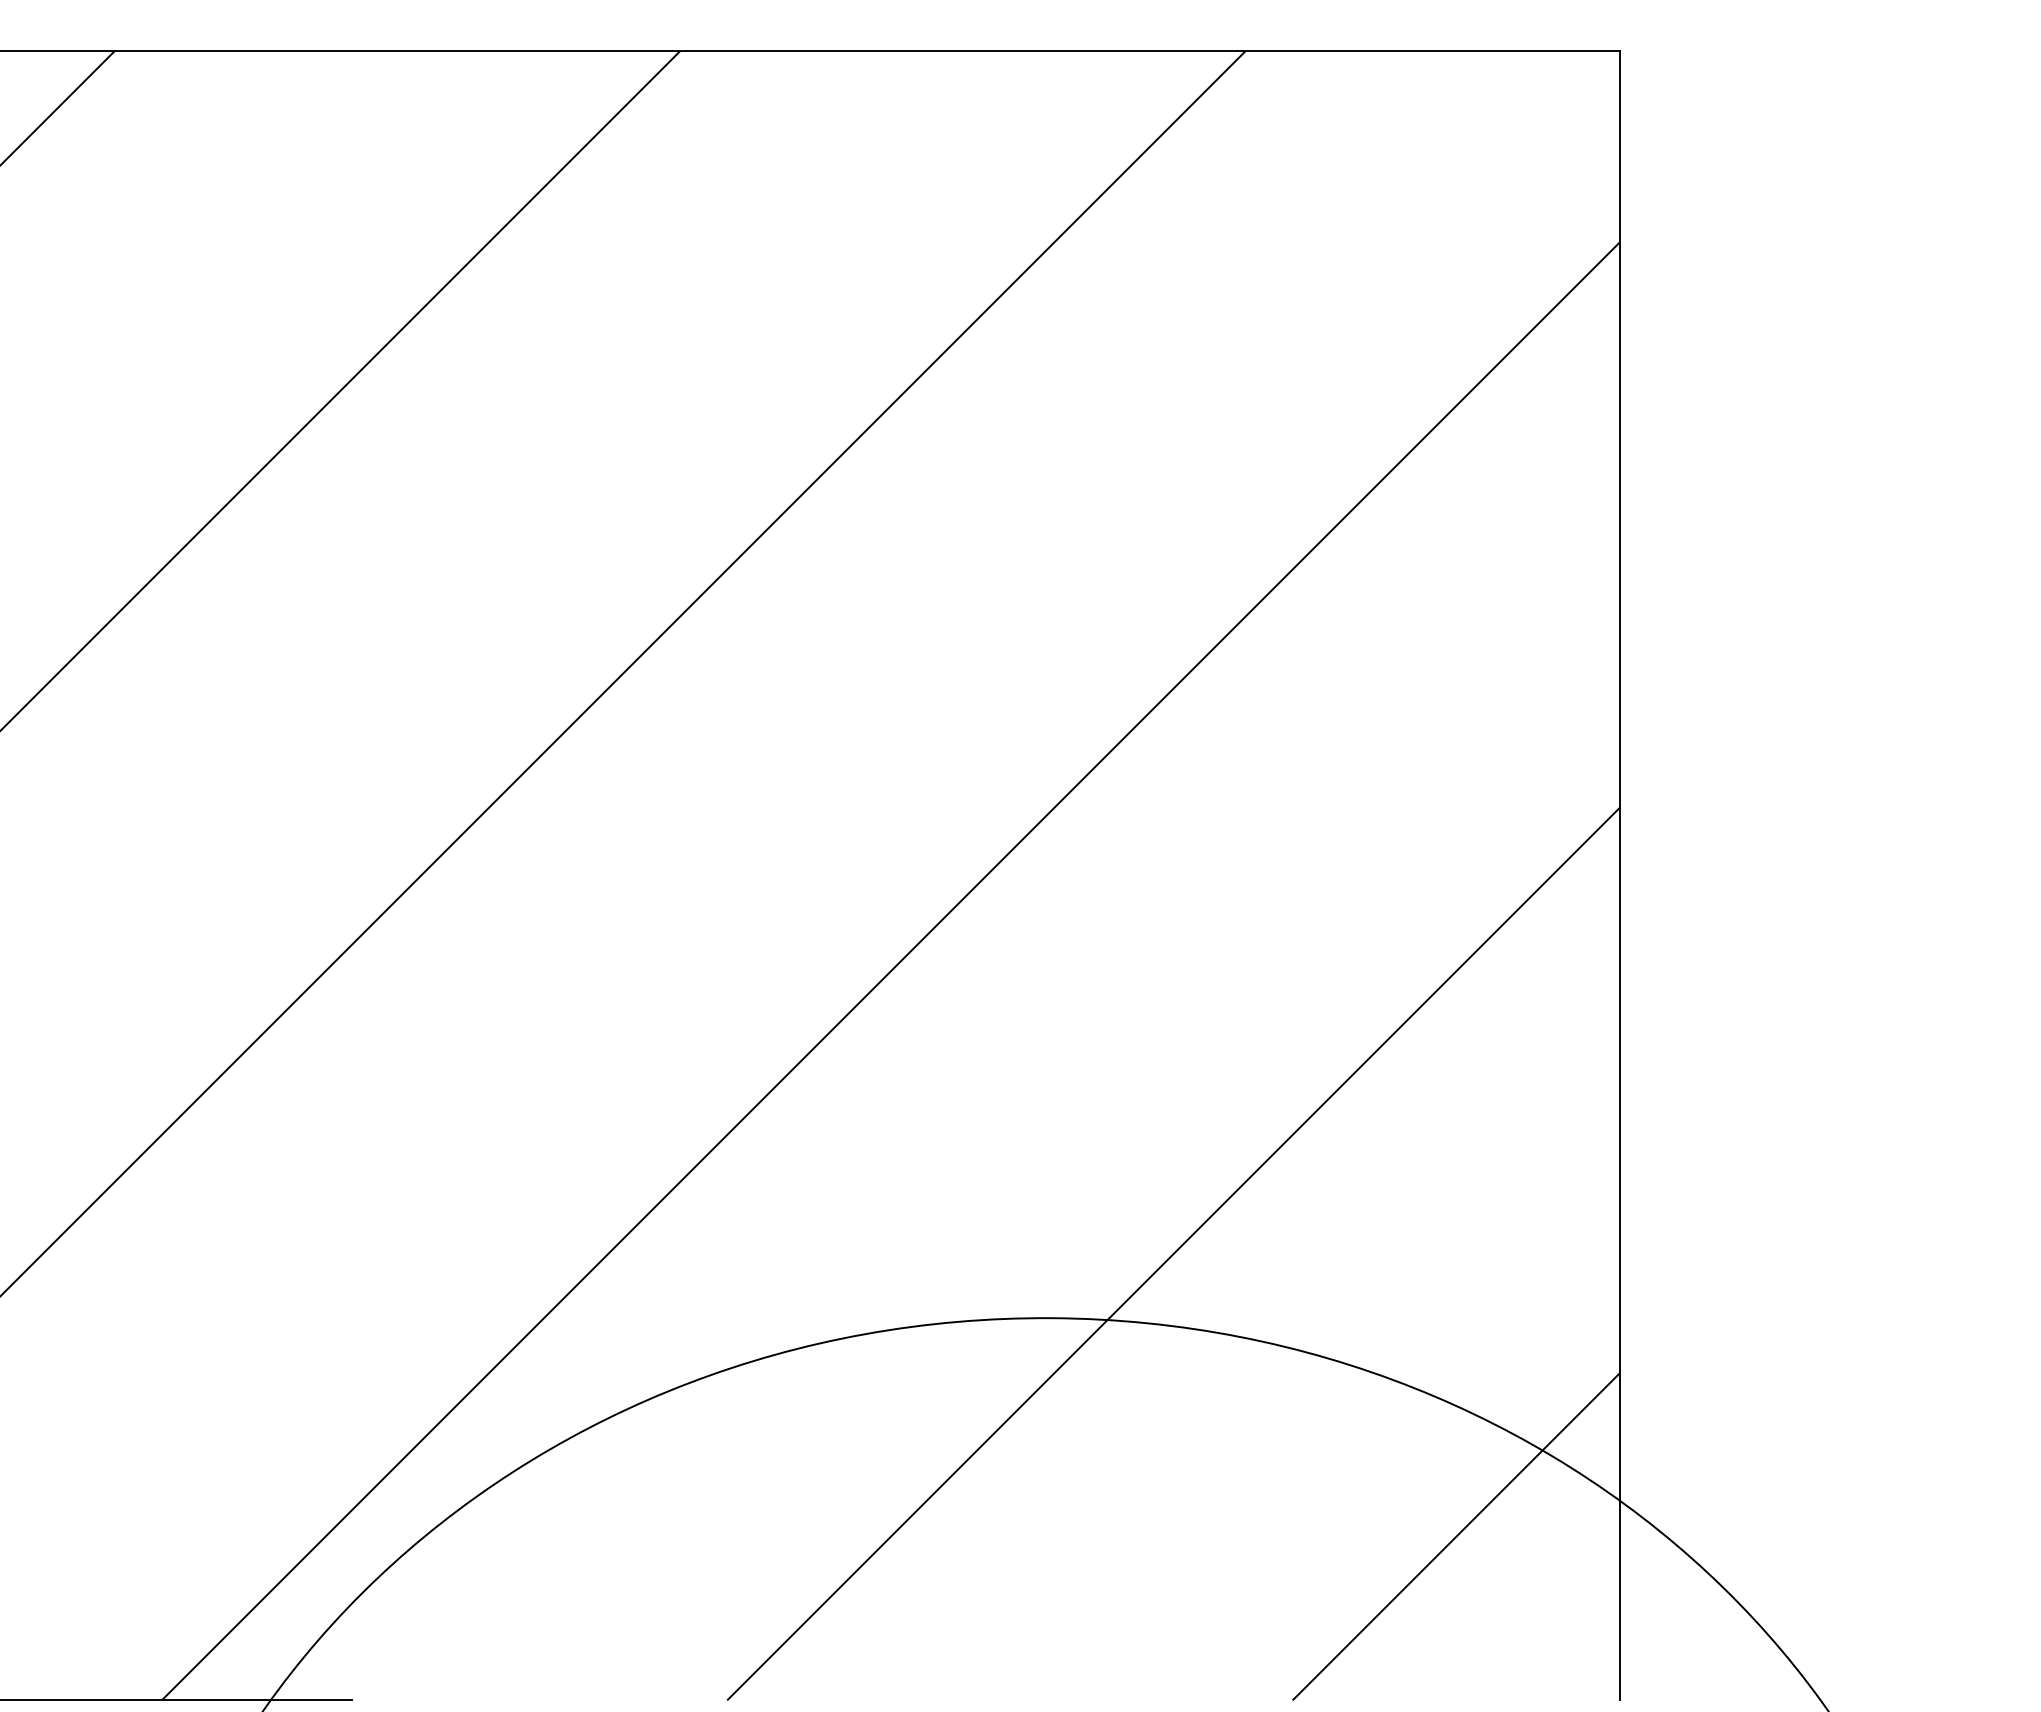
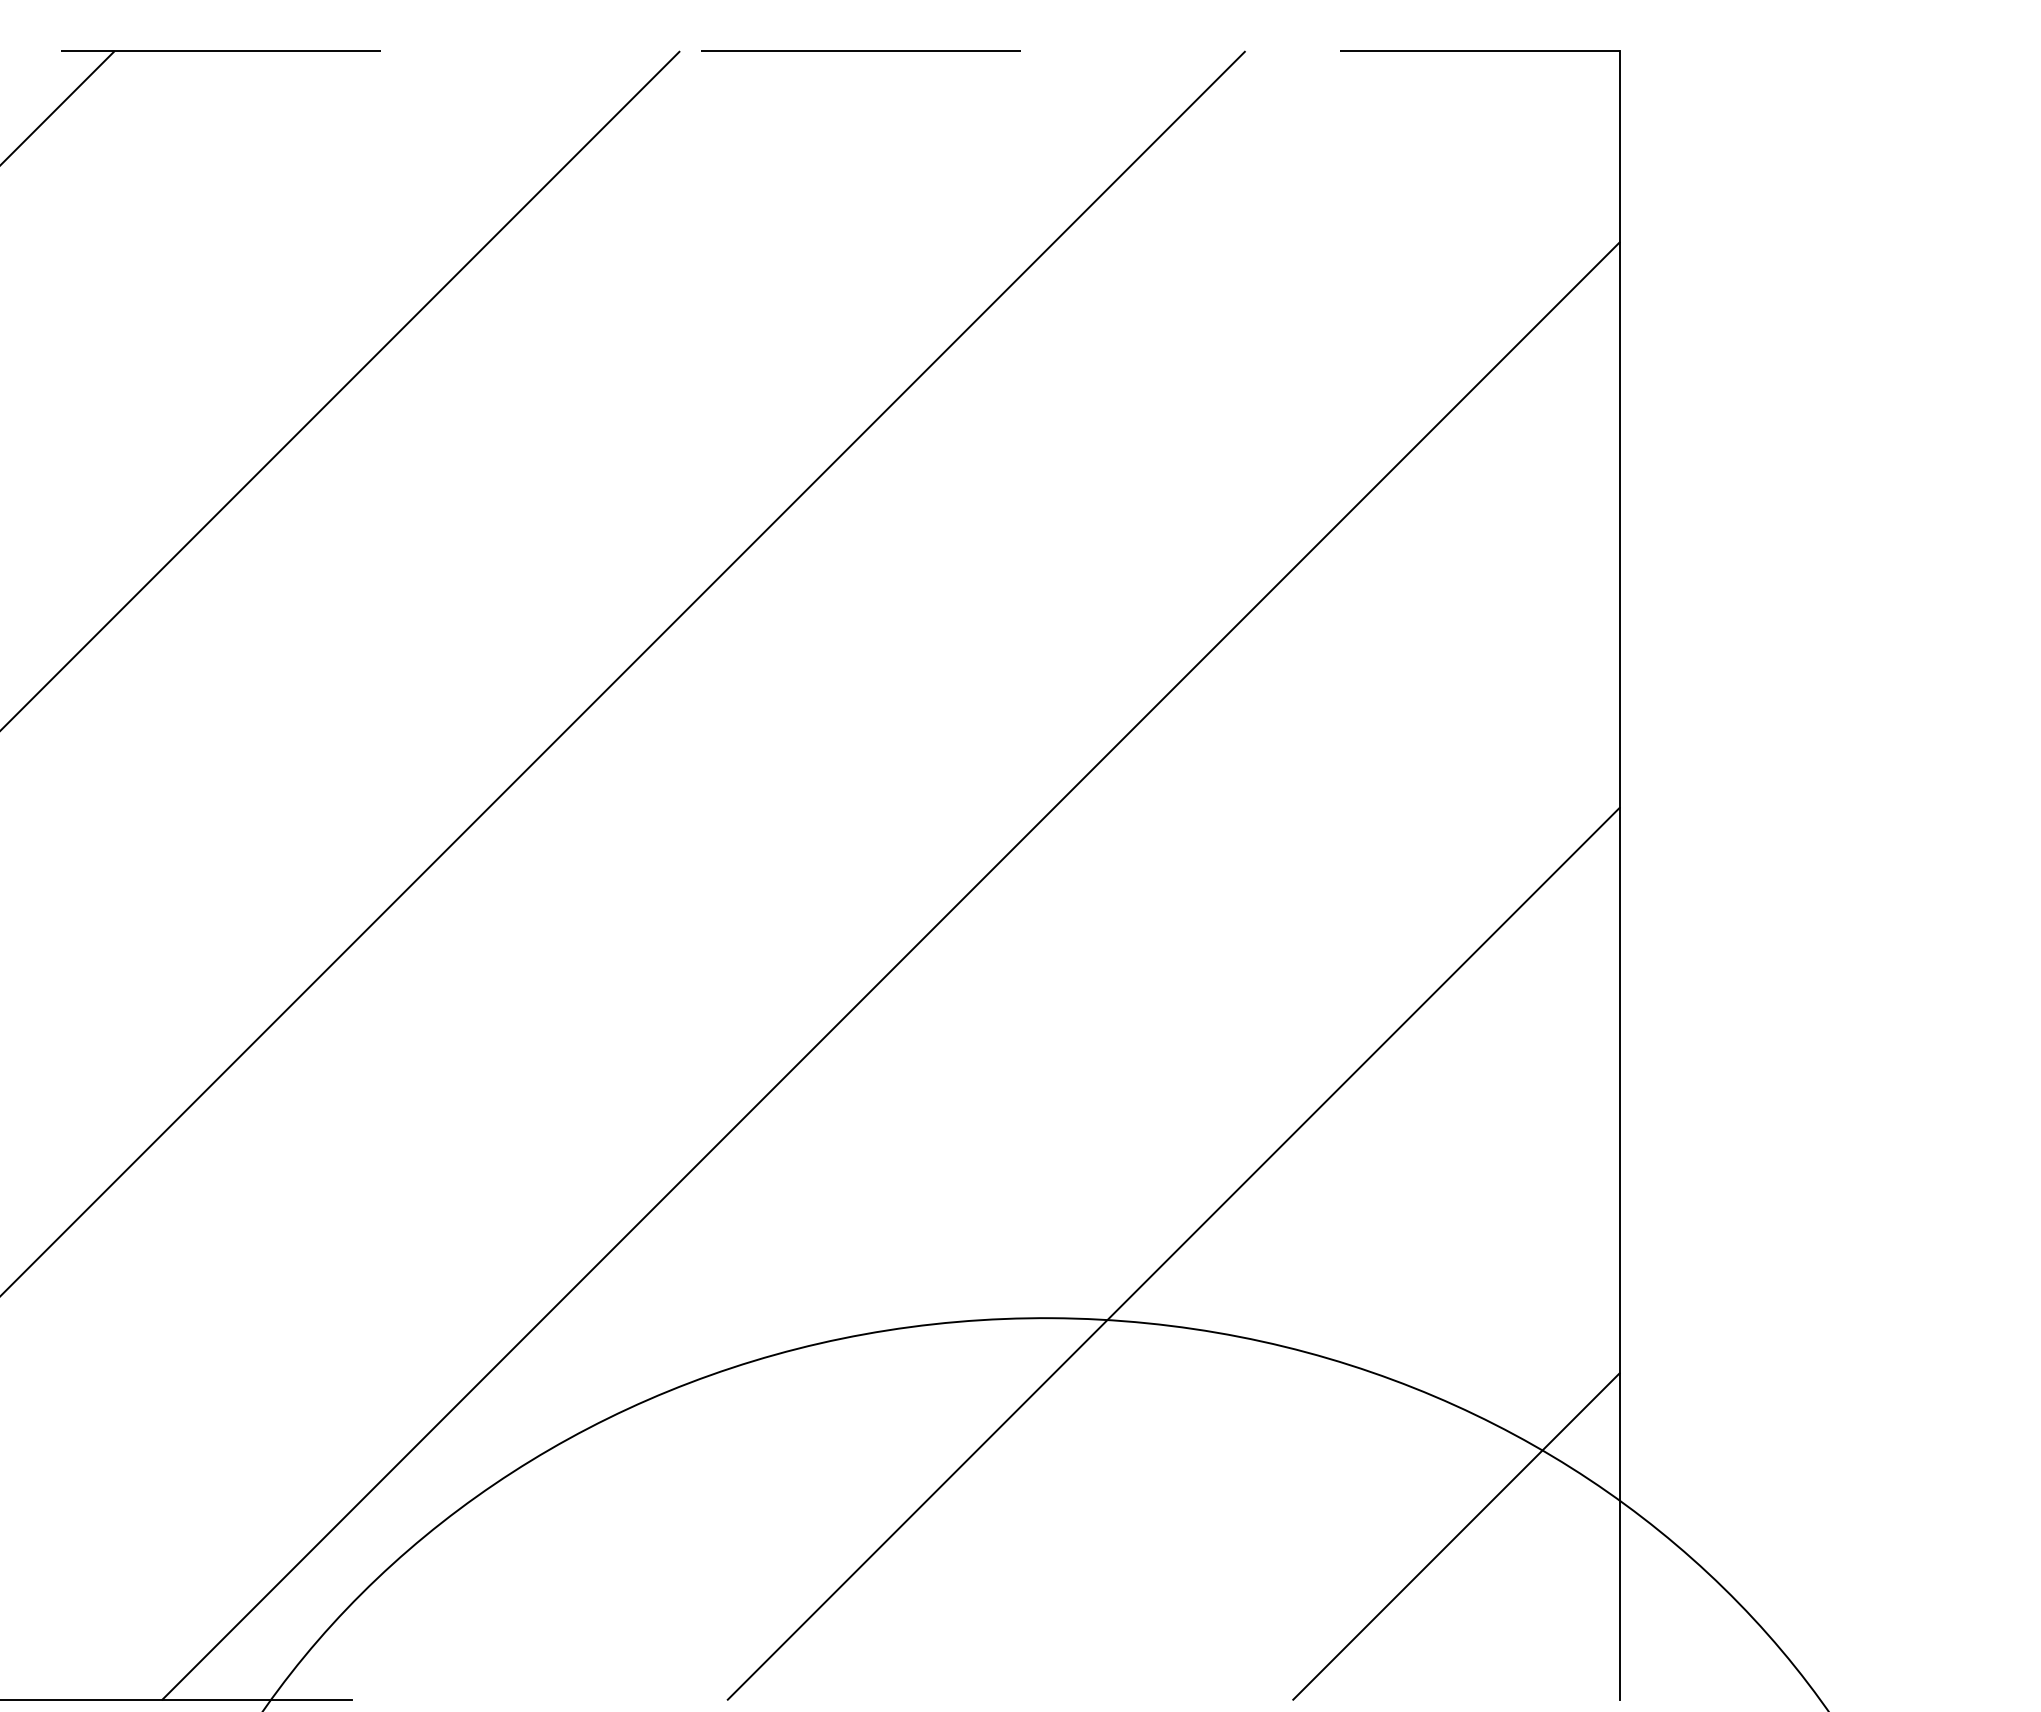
line at (810, 51): solid -> dashed
